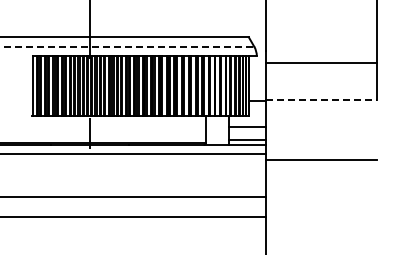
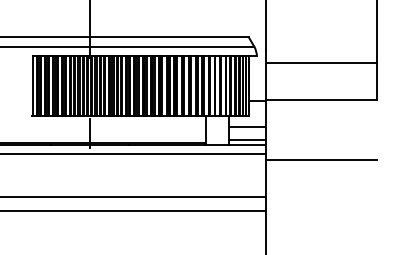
line at (127, 46): dashed -> solid
line at (322, 99): dashed -> solid
line at (134, 216) position: (134, 216) -> (134, 210)
